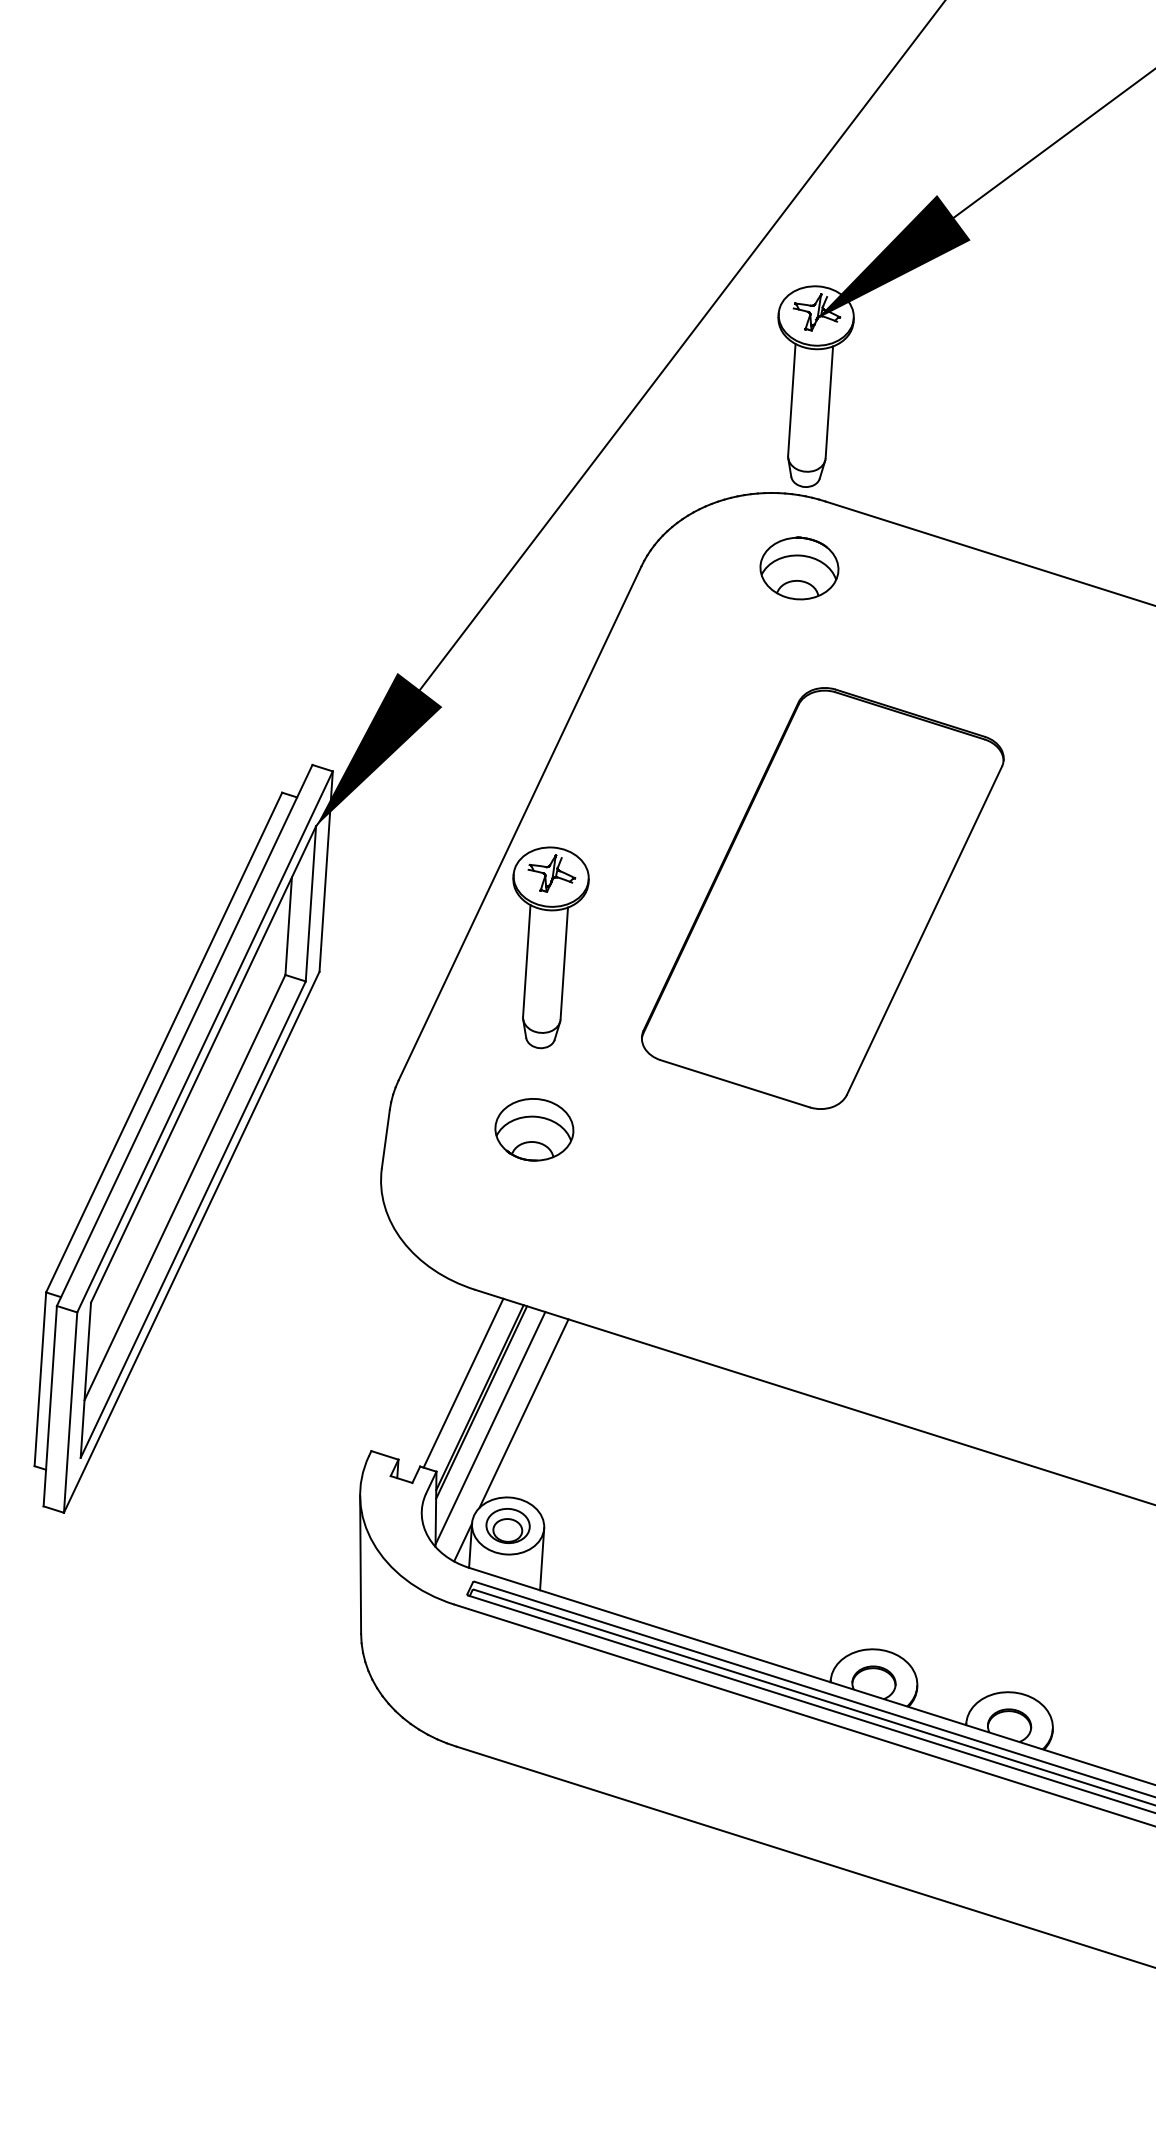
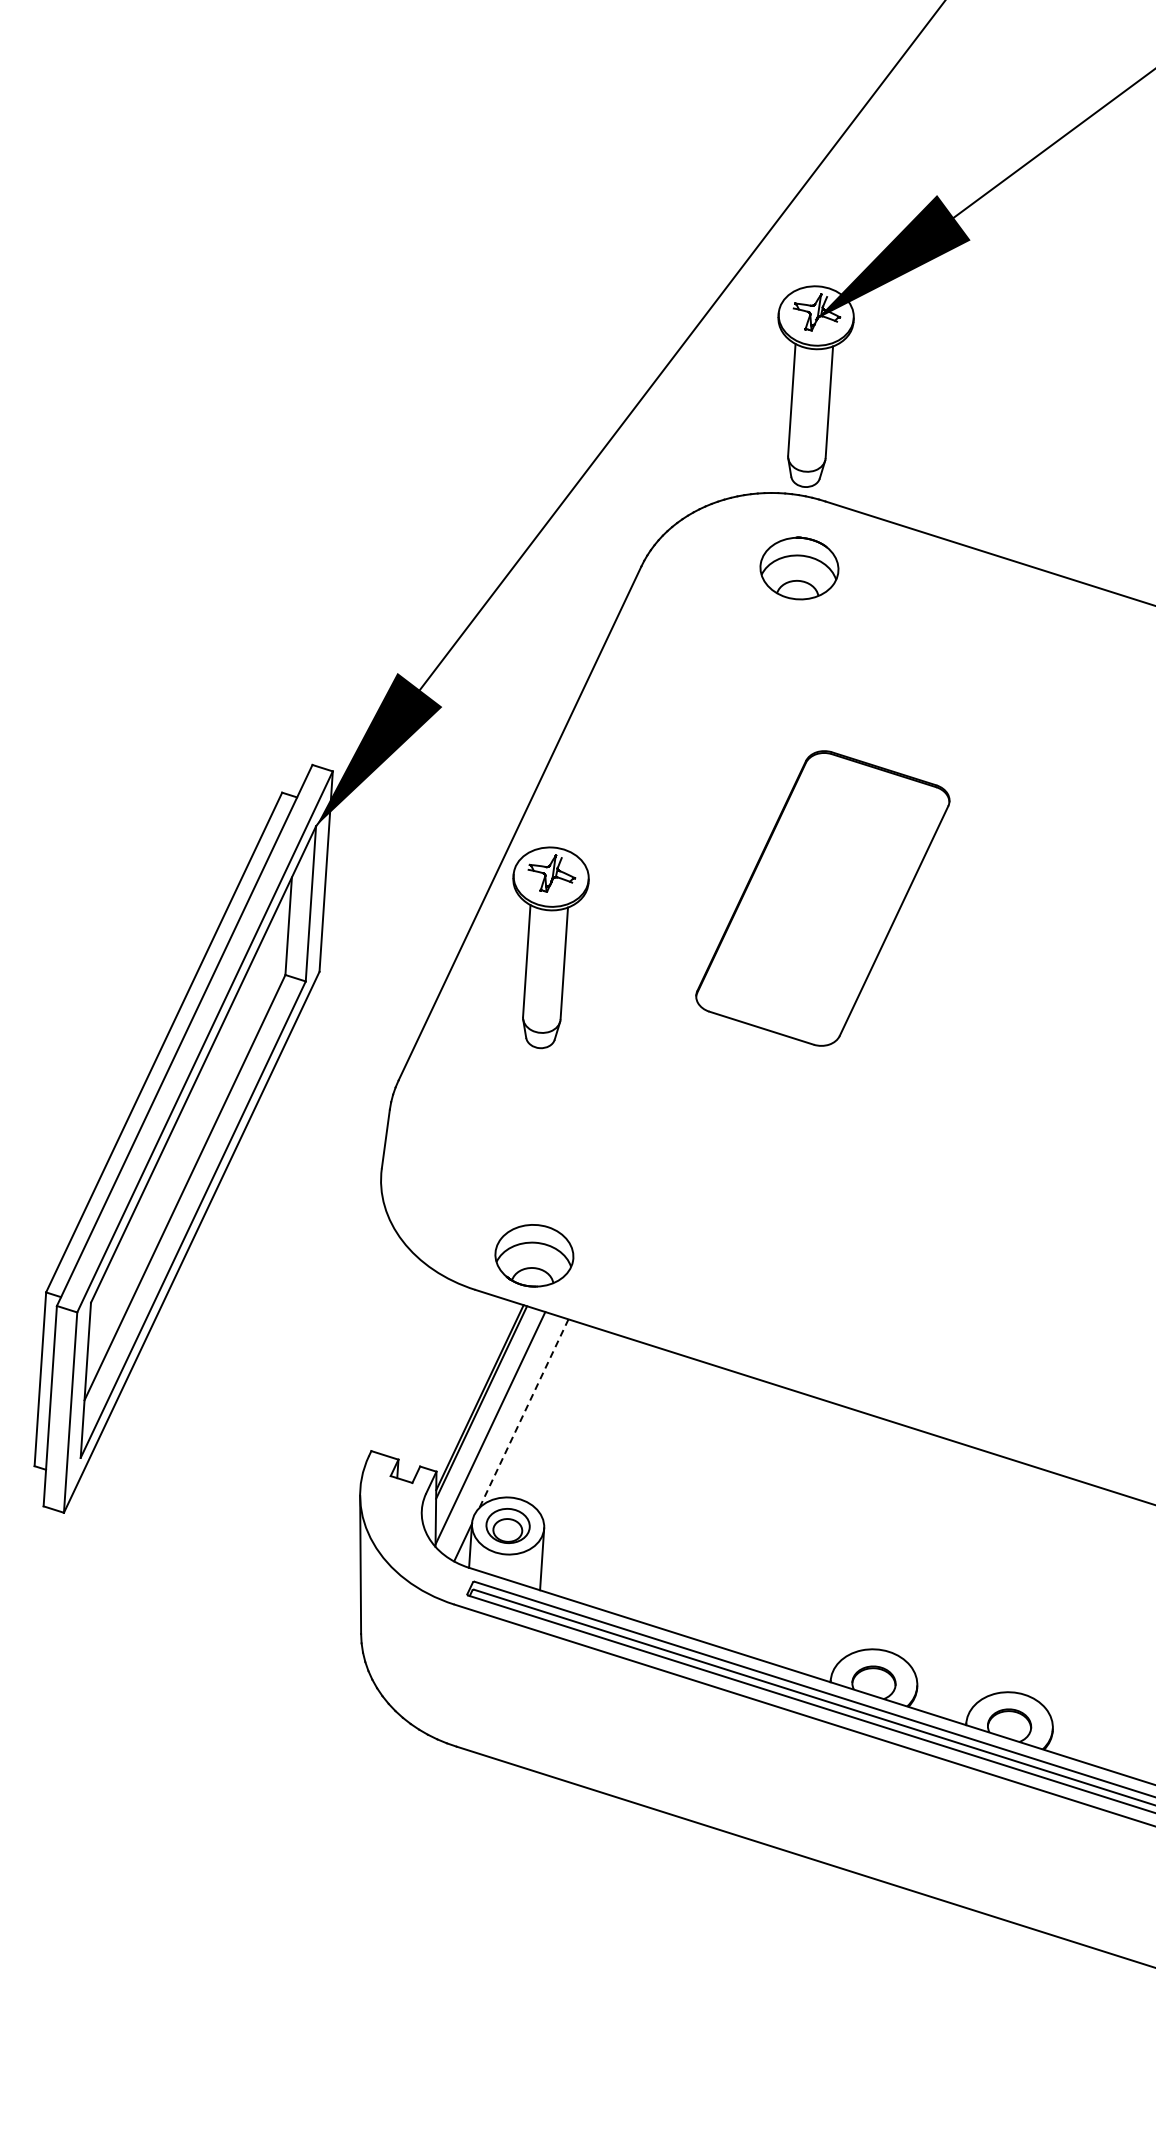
part at (822, 898) size: 364x423 px -> 256x297 px
part at (534, 1129) position: (534, 1129) -> (534, 1255)
line at (463, 1382): present -> none
line at (523, 1414): solid -> dashed
